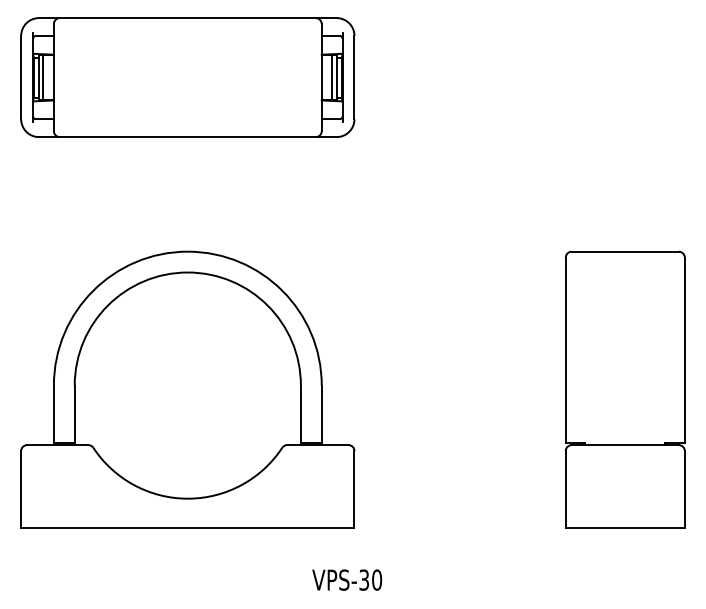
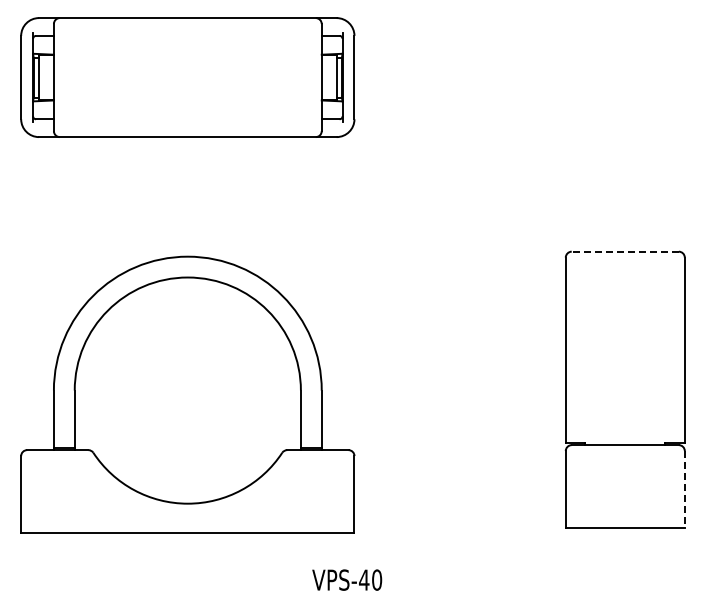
line at (43, 77): present -> none
line at (332, 77): present -> none
line at (625, 251): solid -> dashed
part at (187, 389) position: (187, 389) -> (187, 394)
line at (684, 489): solid -> dashed
text at (364, 579): VPS-30 -> VPS-40
